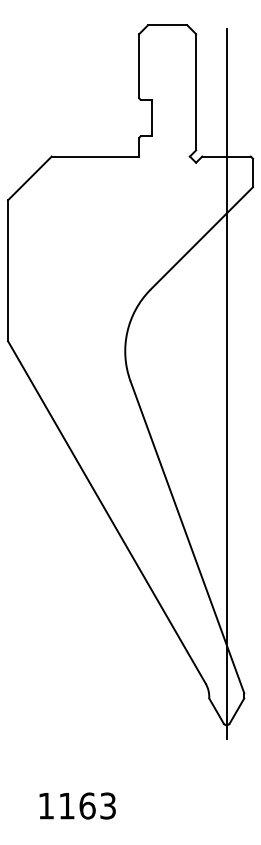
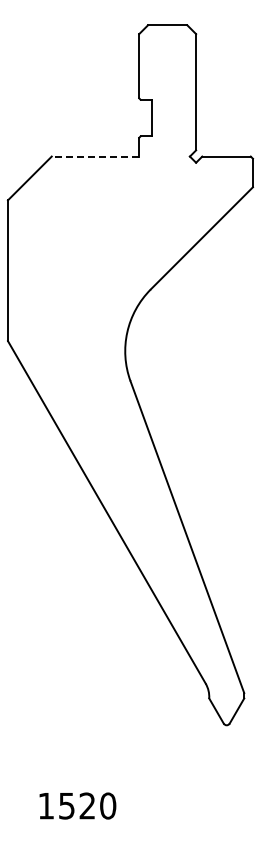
line at (95, 156): solid -> dashed
line at (226, 383): present -> none
text at (87, 805): 1163 -> 1520
